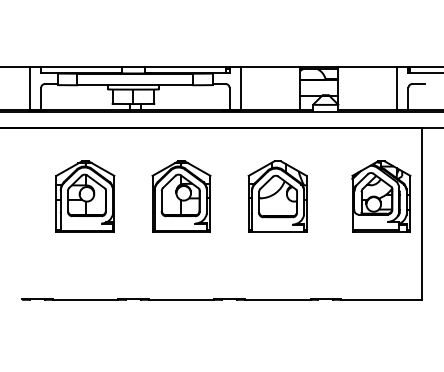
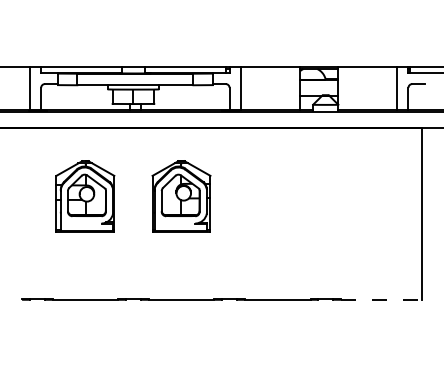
part at (277, 196): present -> none
part at (381, 196): present -> none
line at (381, 299): solid -> dashed
